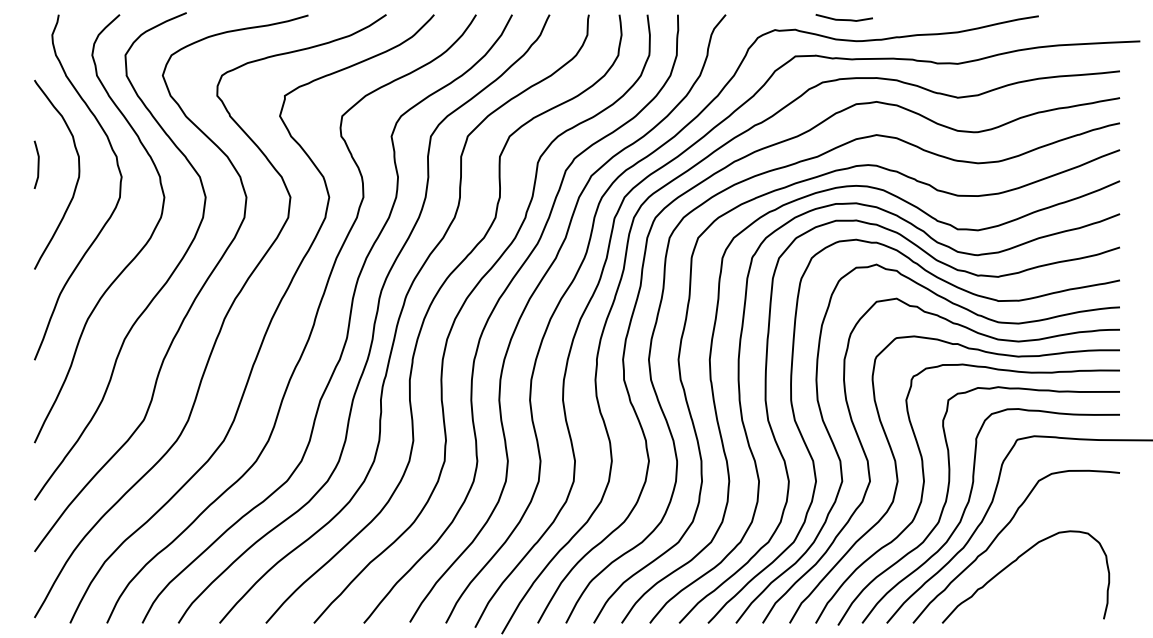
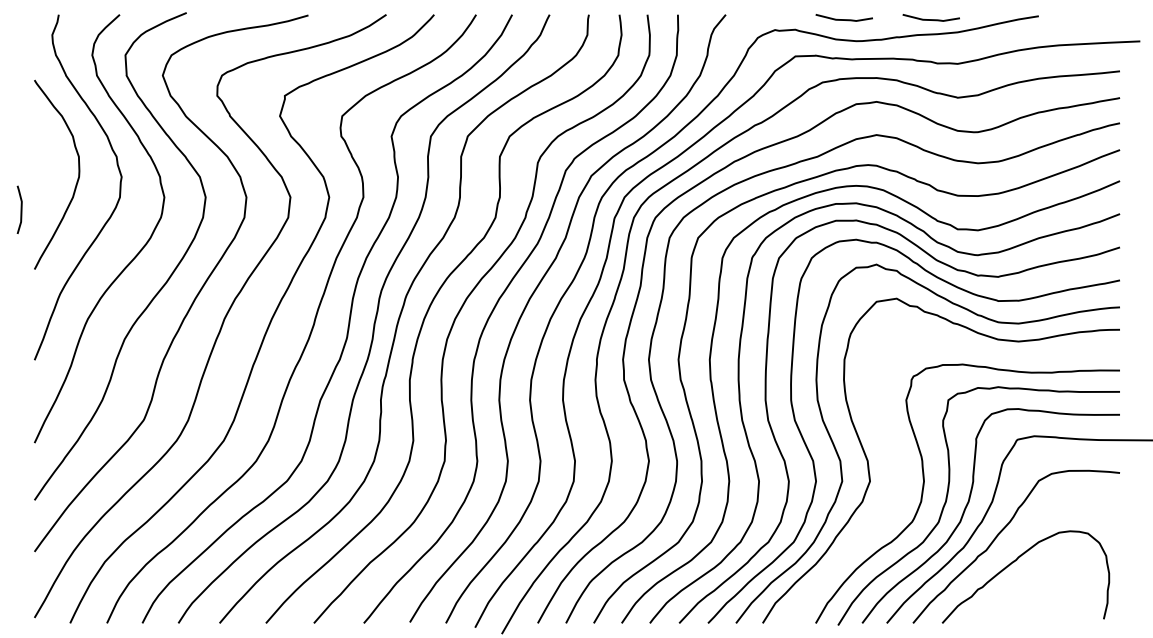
line at (930, 19): none -> present
line at (37, 164) position: (37, 164) -> (20, 209)
curve at (898, 479): present -> none
